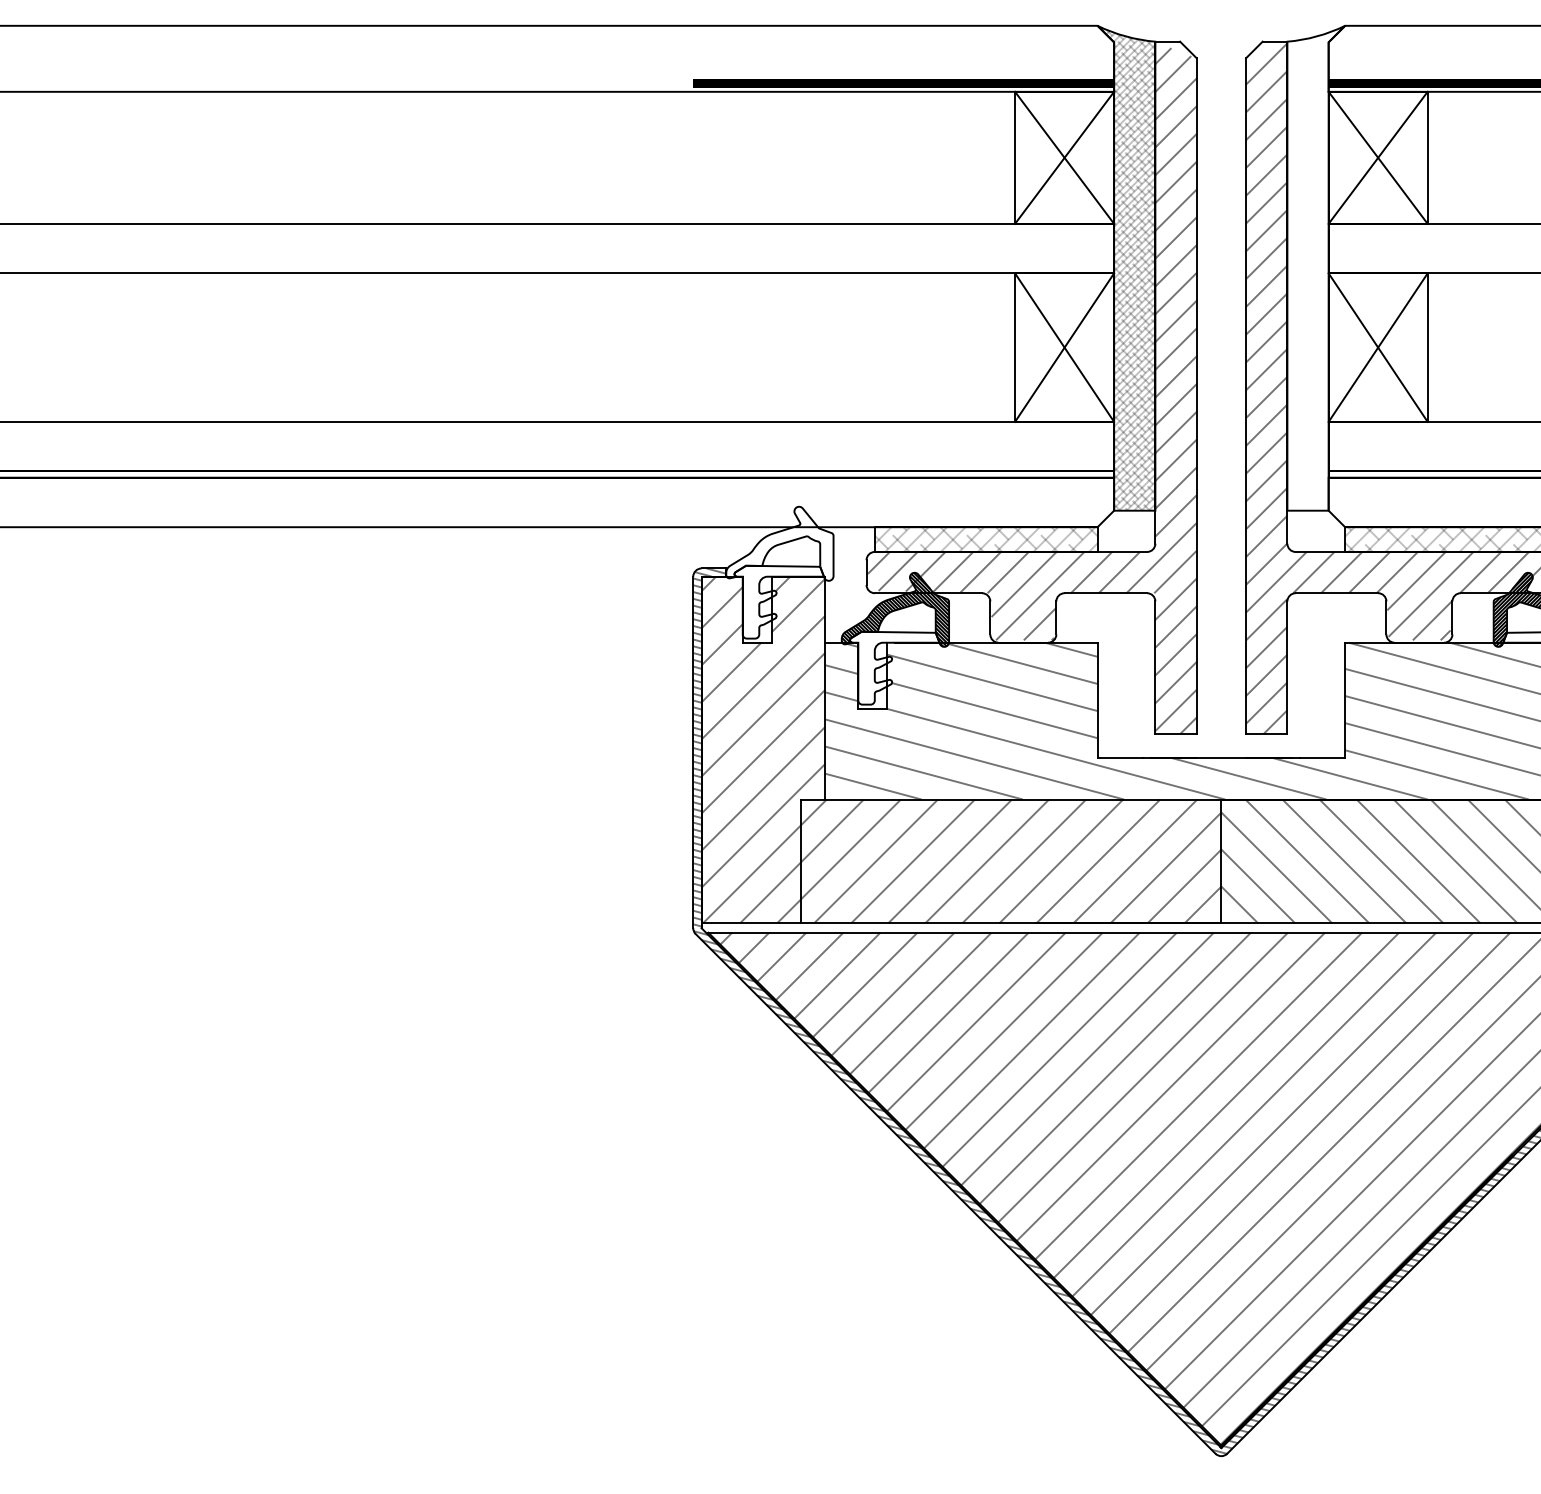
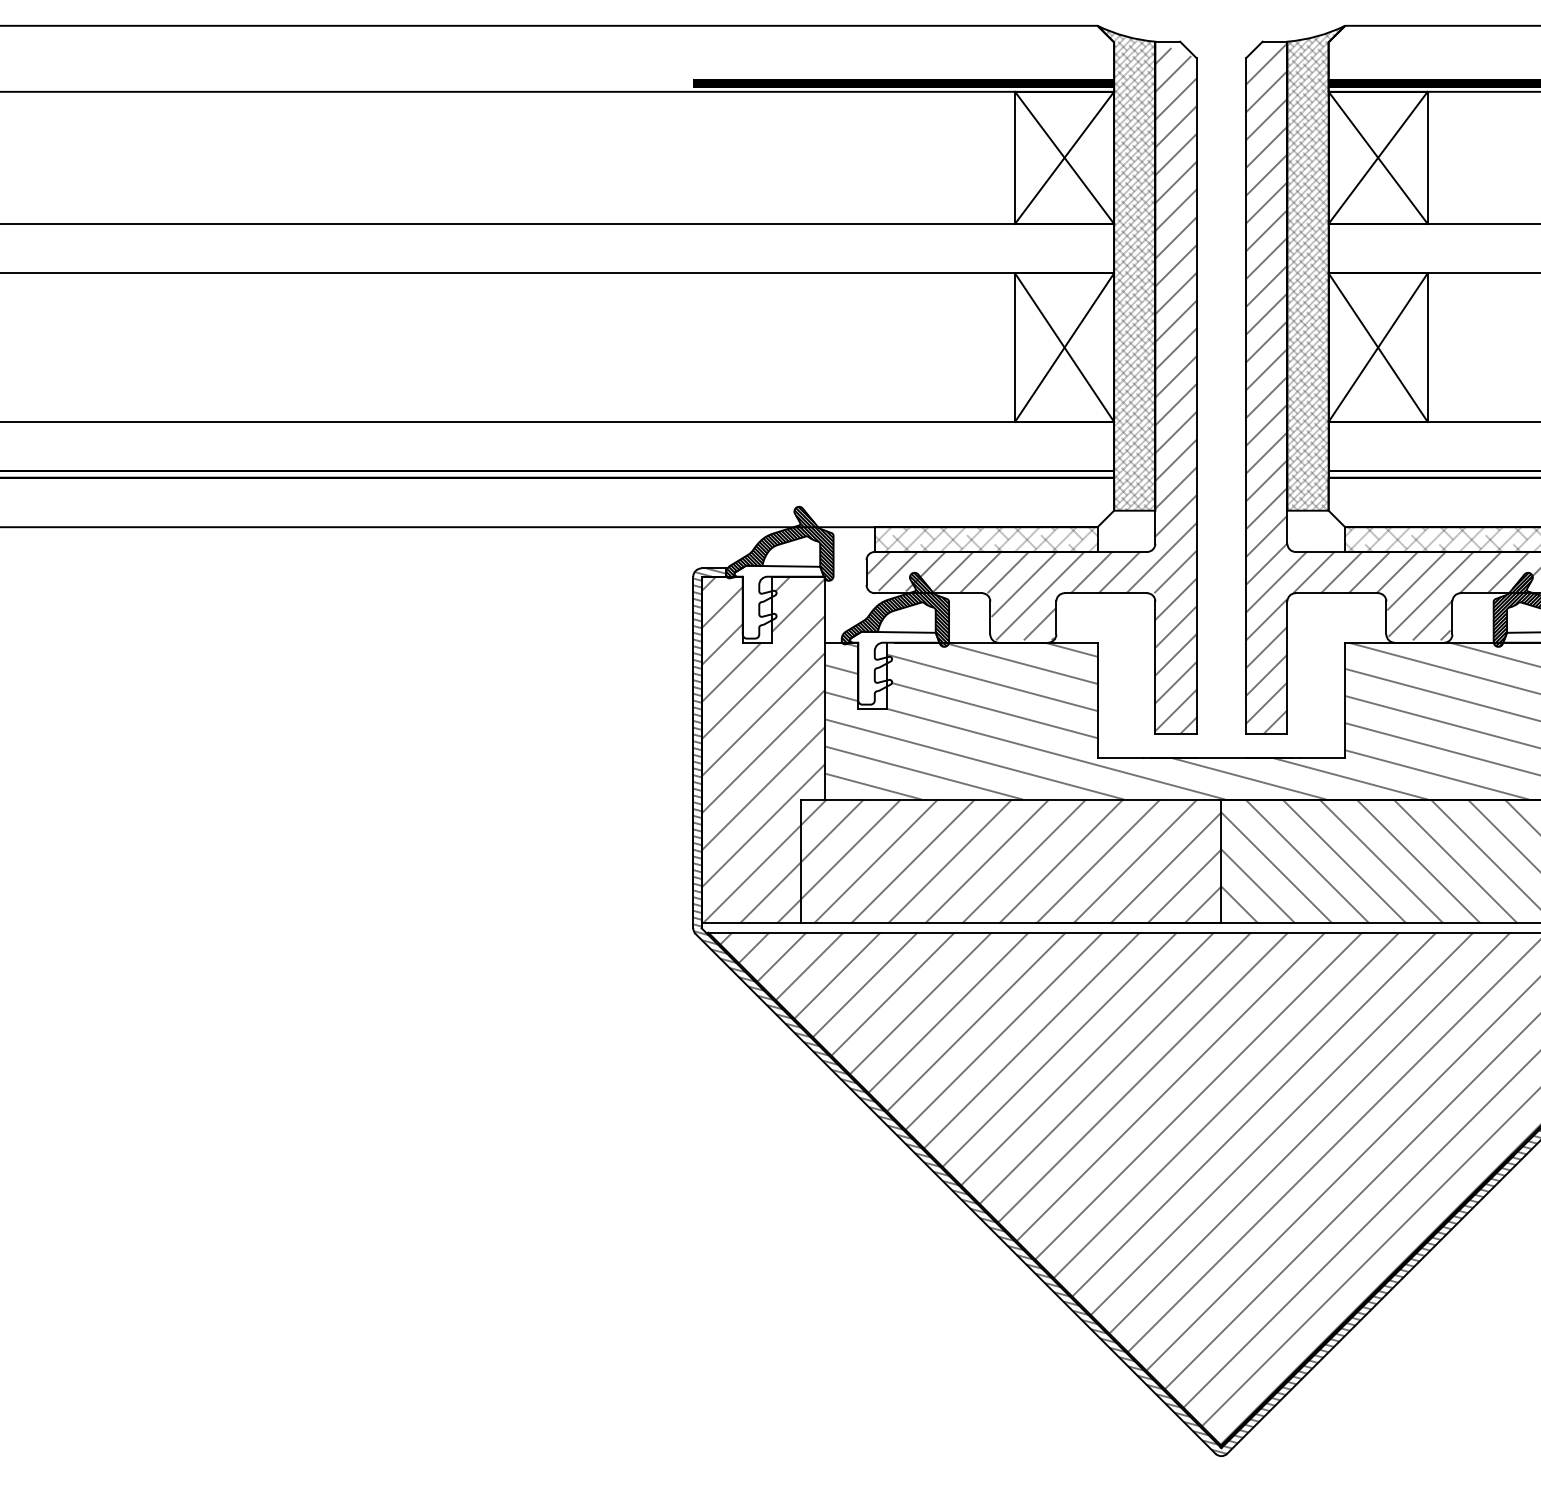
hatch at (1315, 268): none -> present
hatch at (779, 543): none -> present
